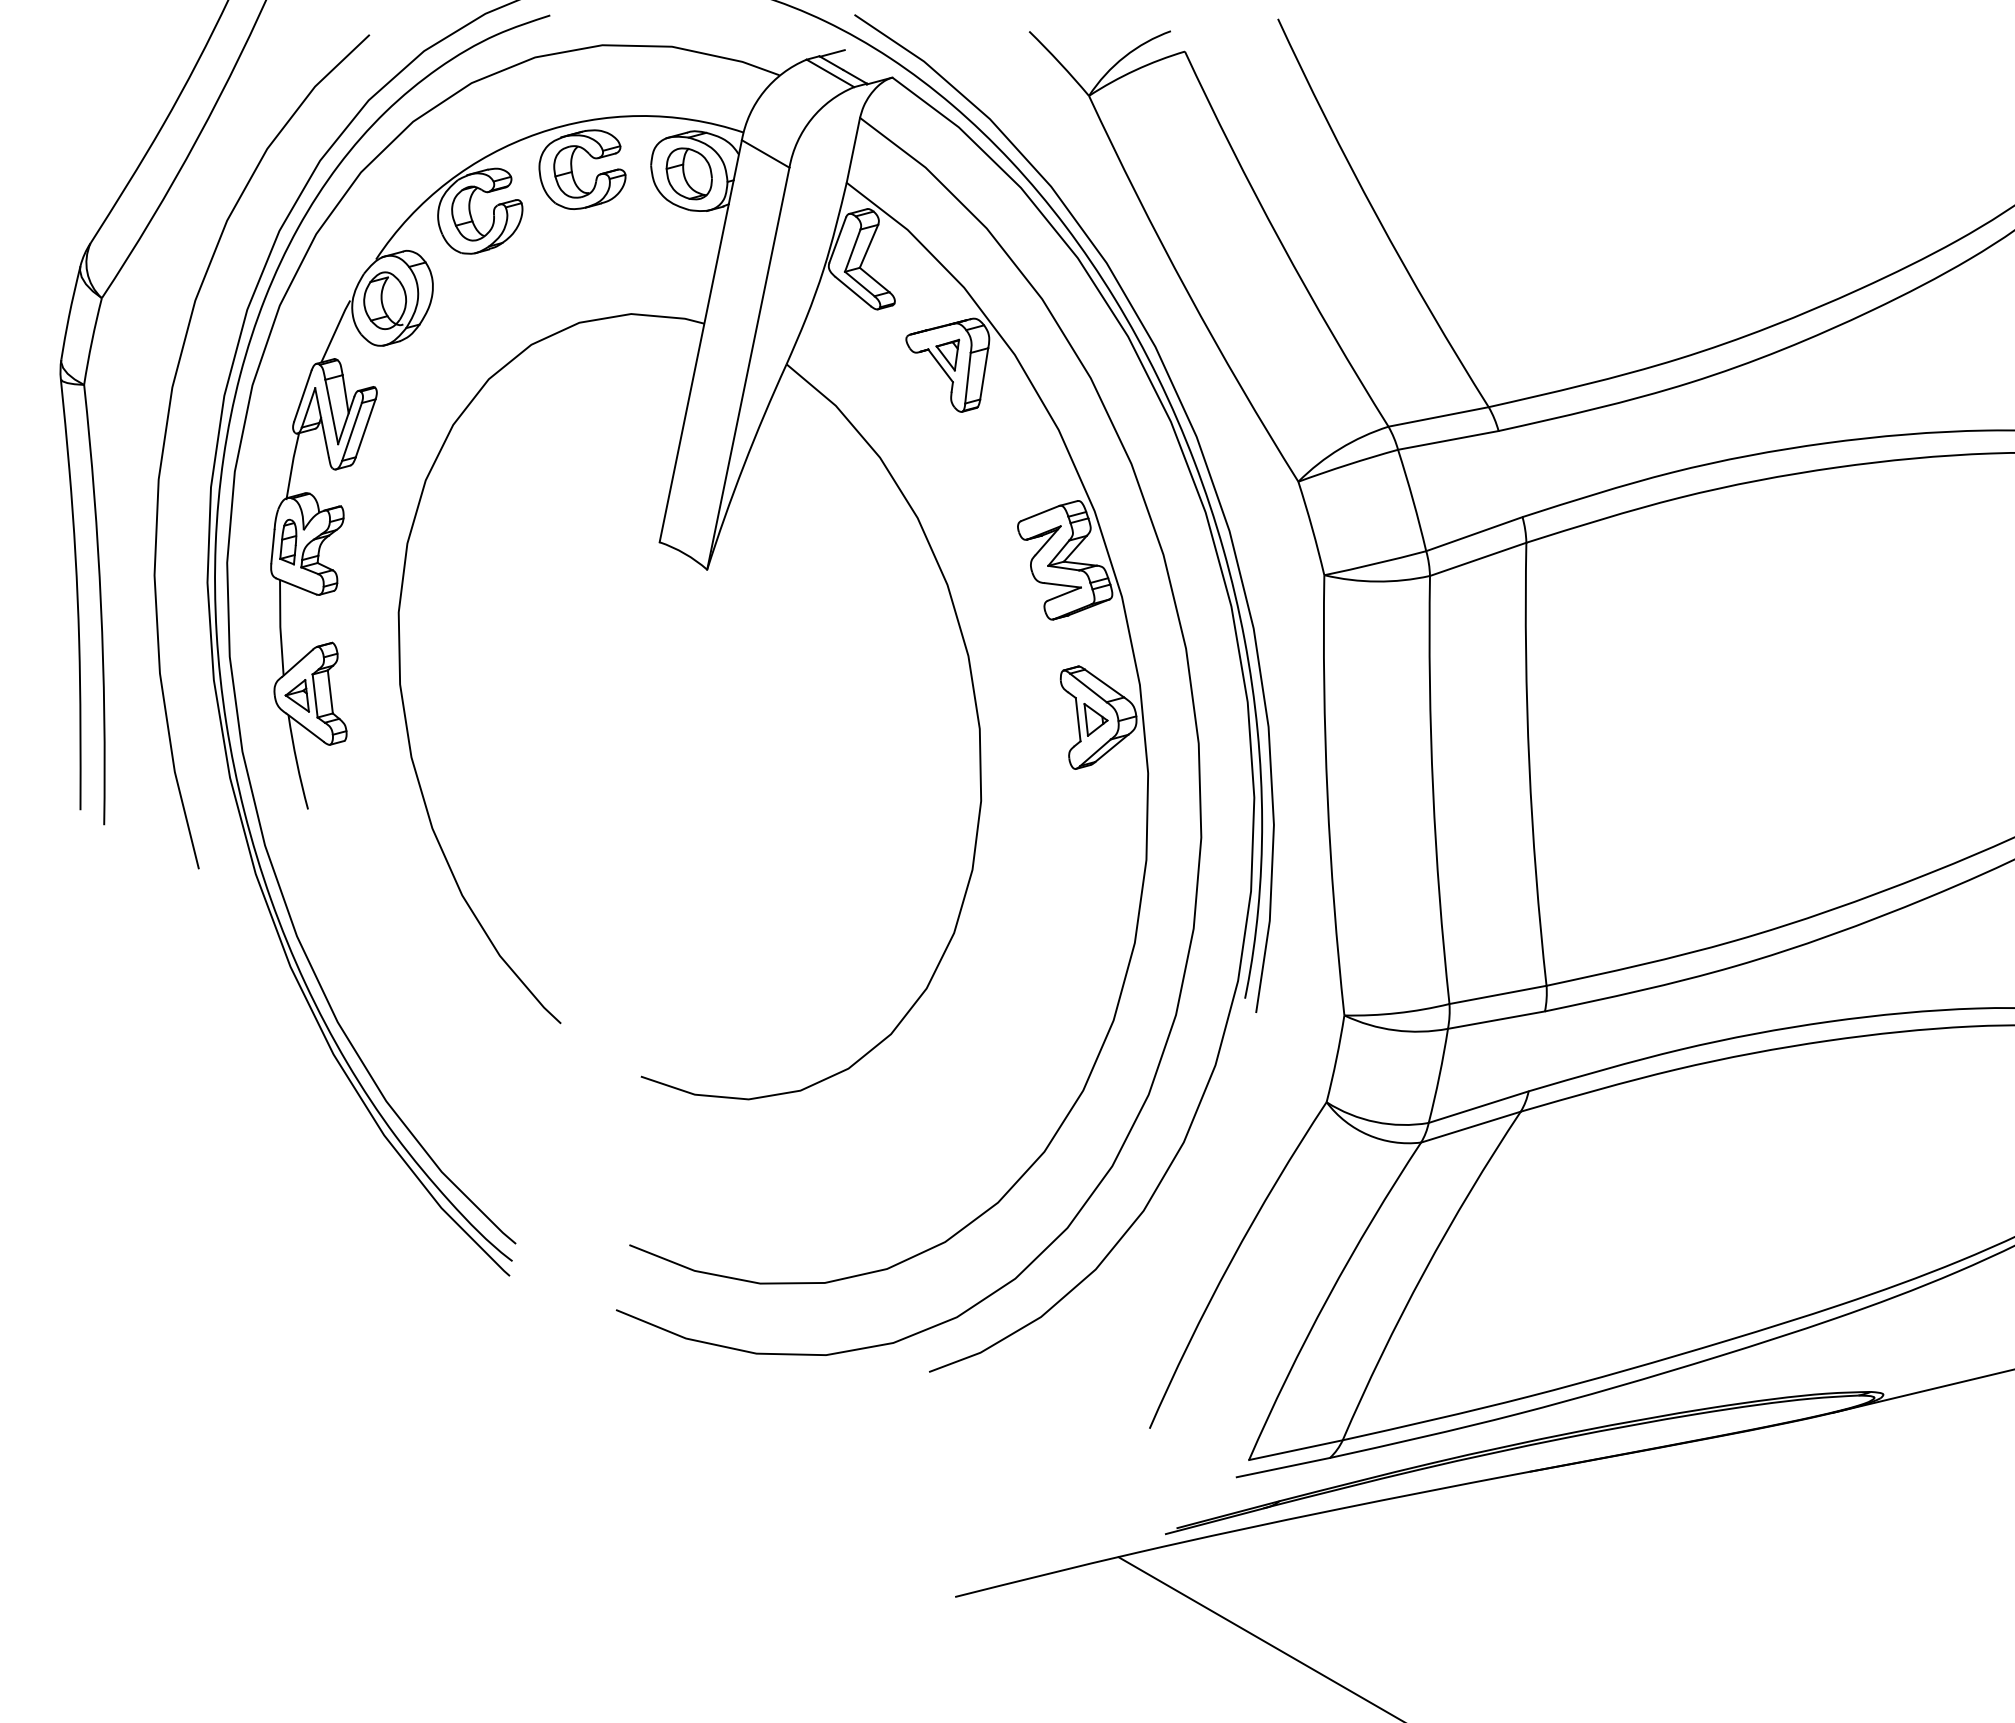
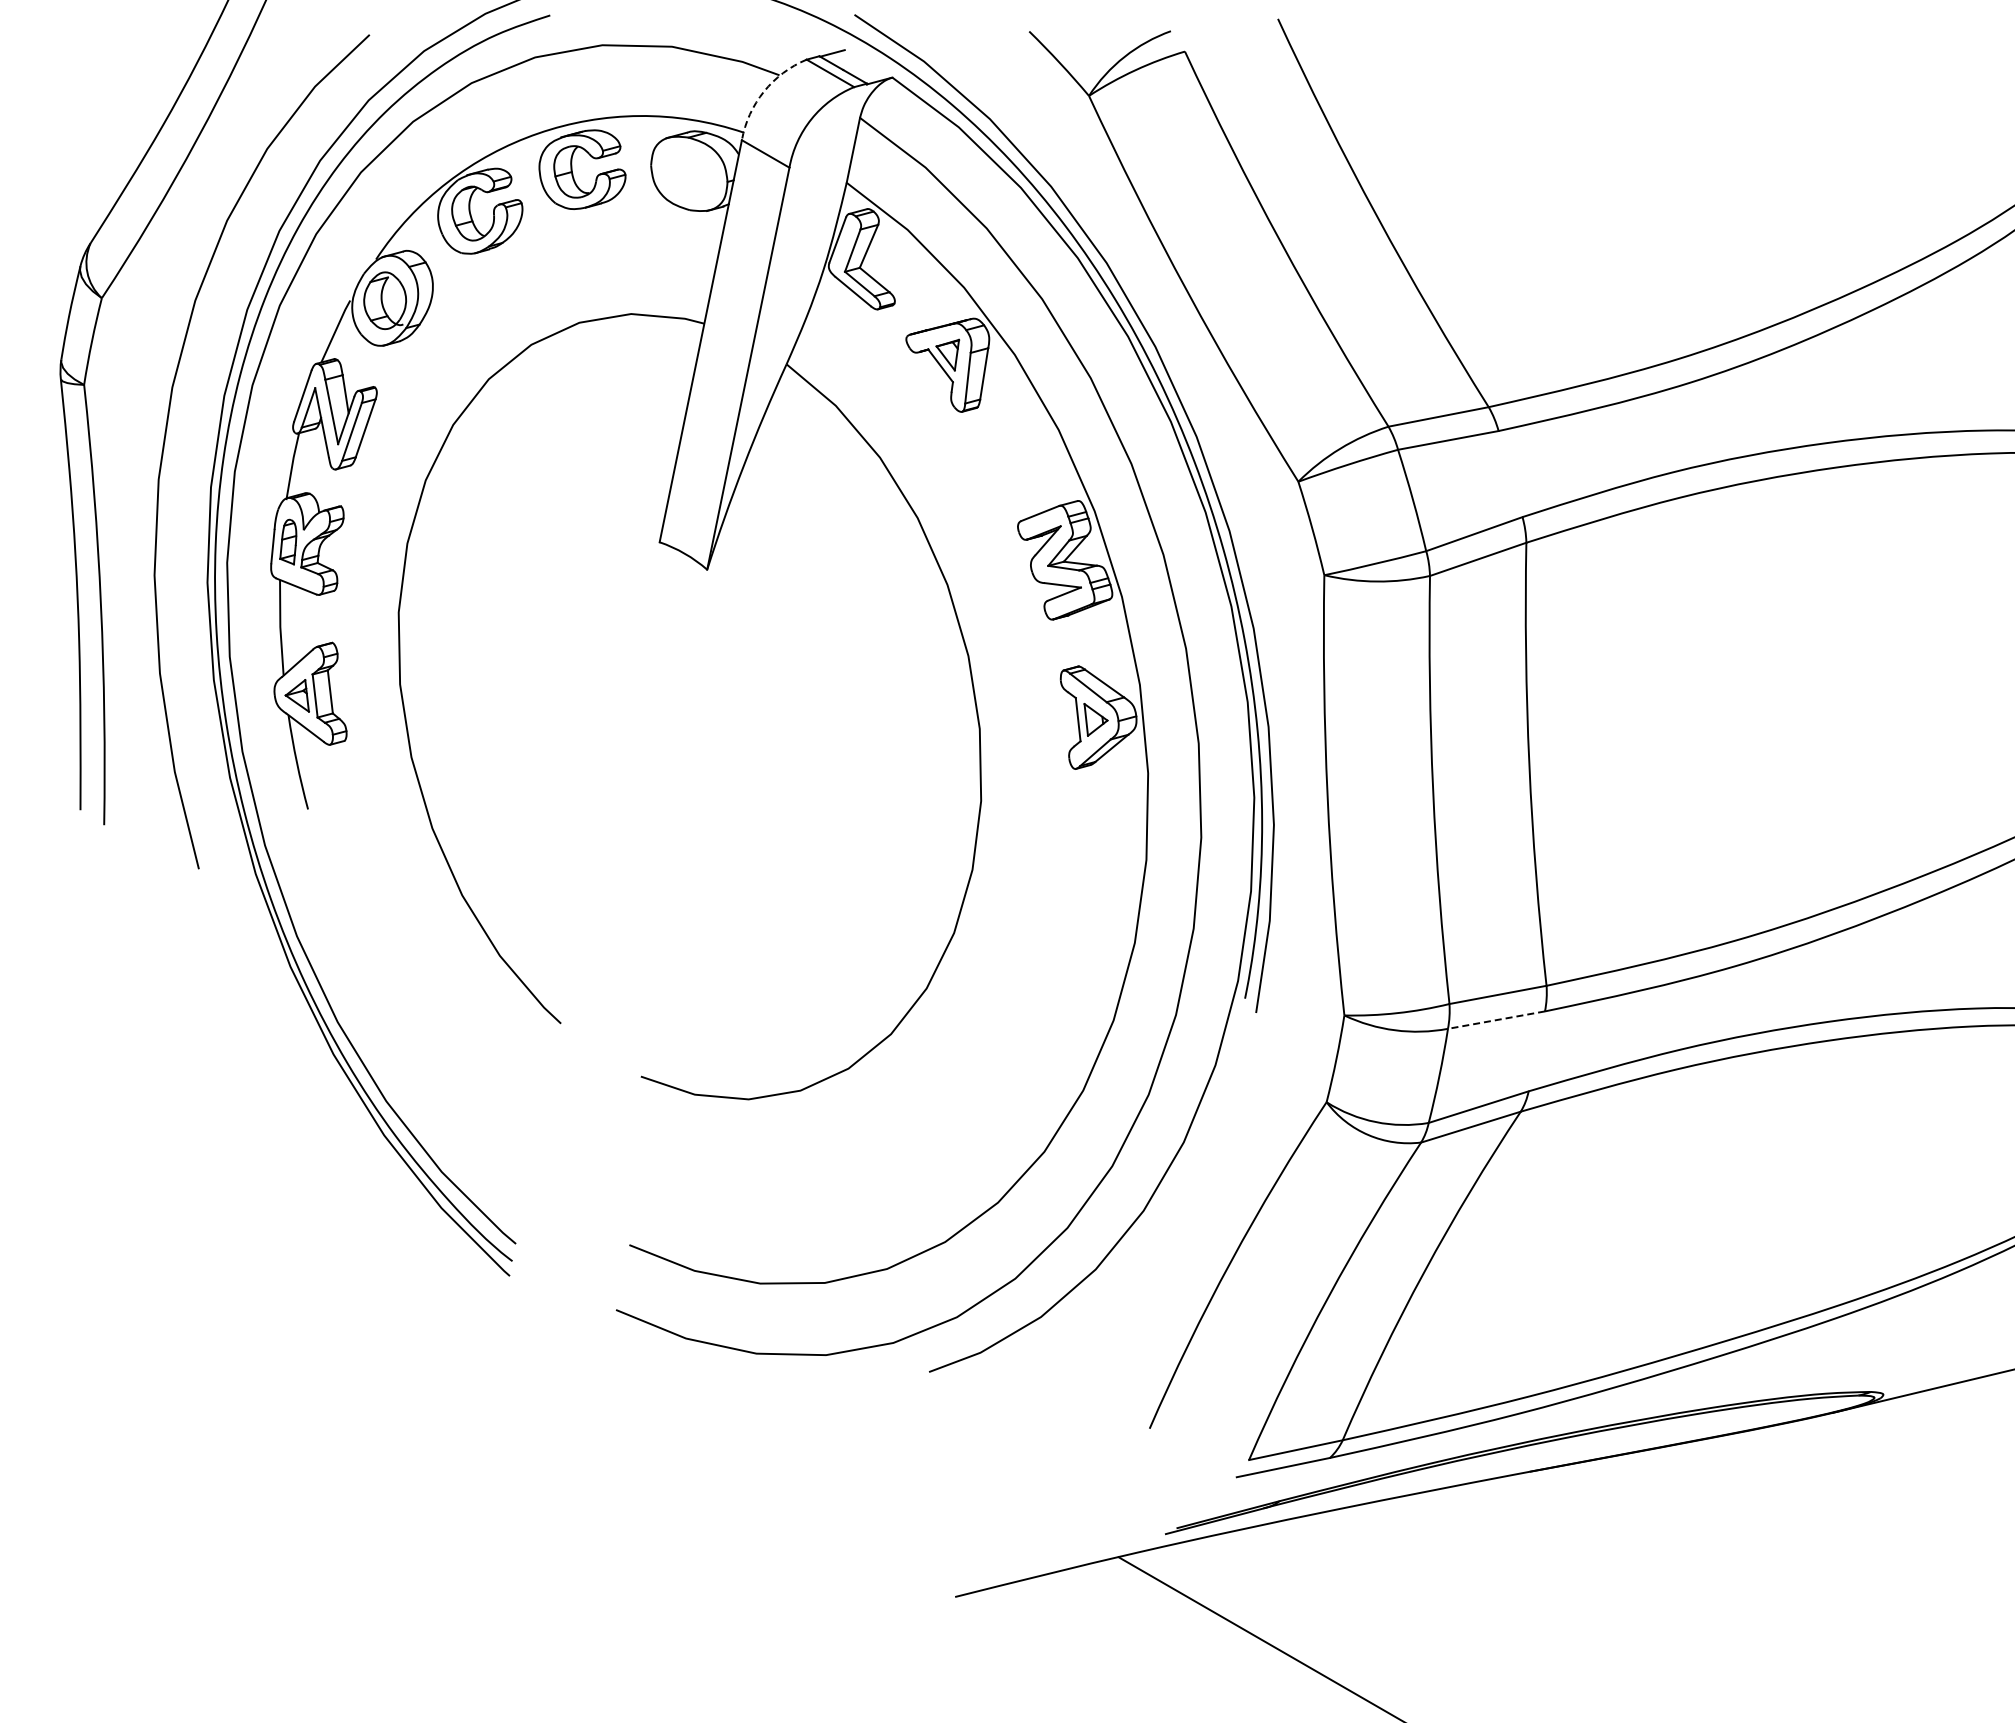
arc at (763, 91): solid -> dashed
part at (688, 173): present -> none
line at (1495, 1020): solid -> dashed
